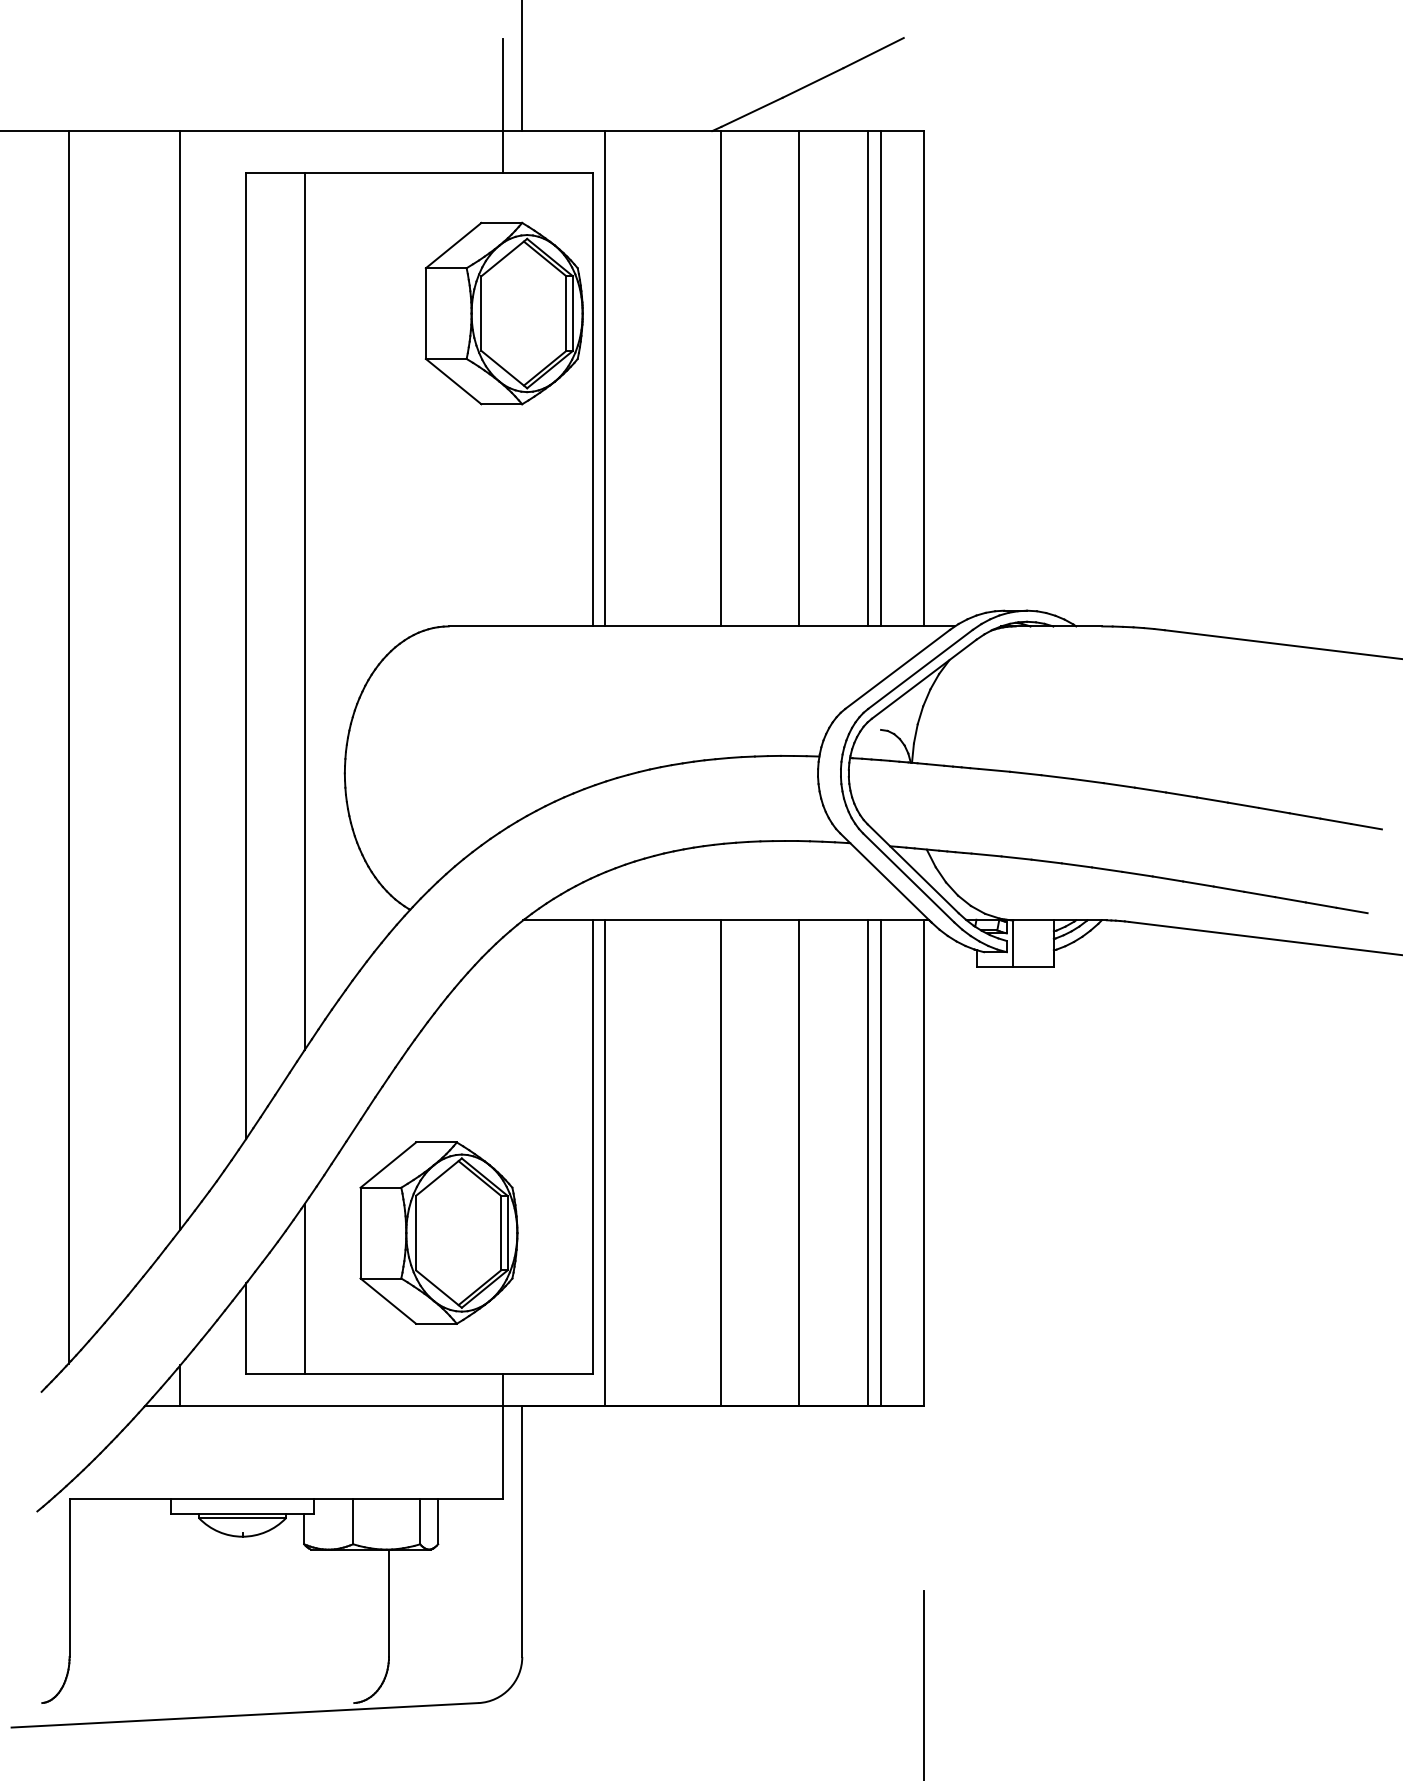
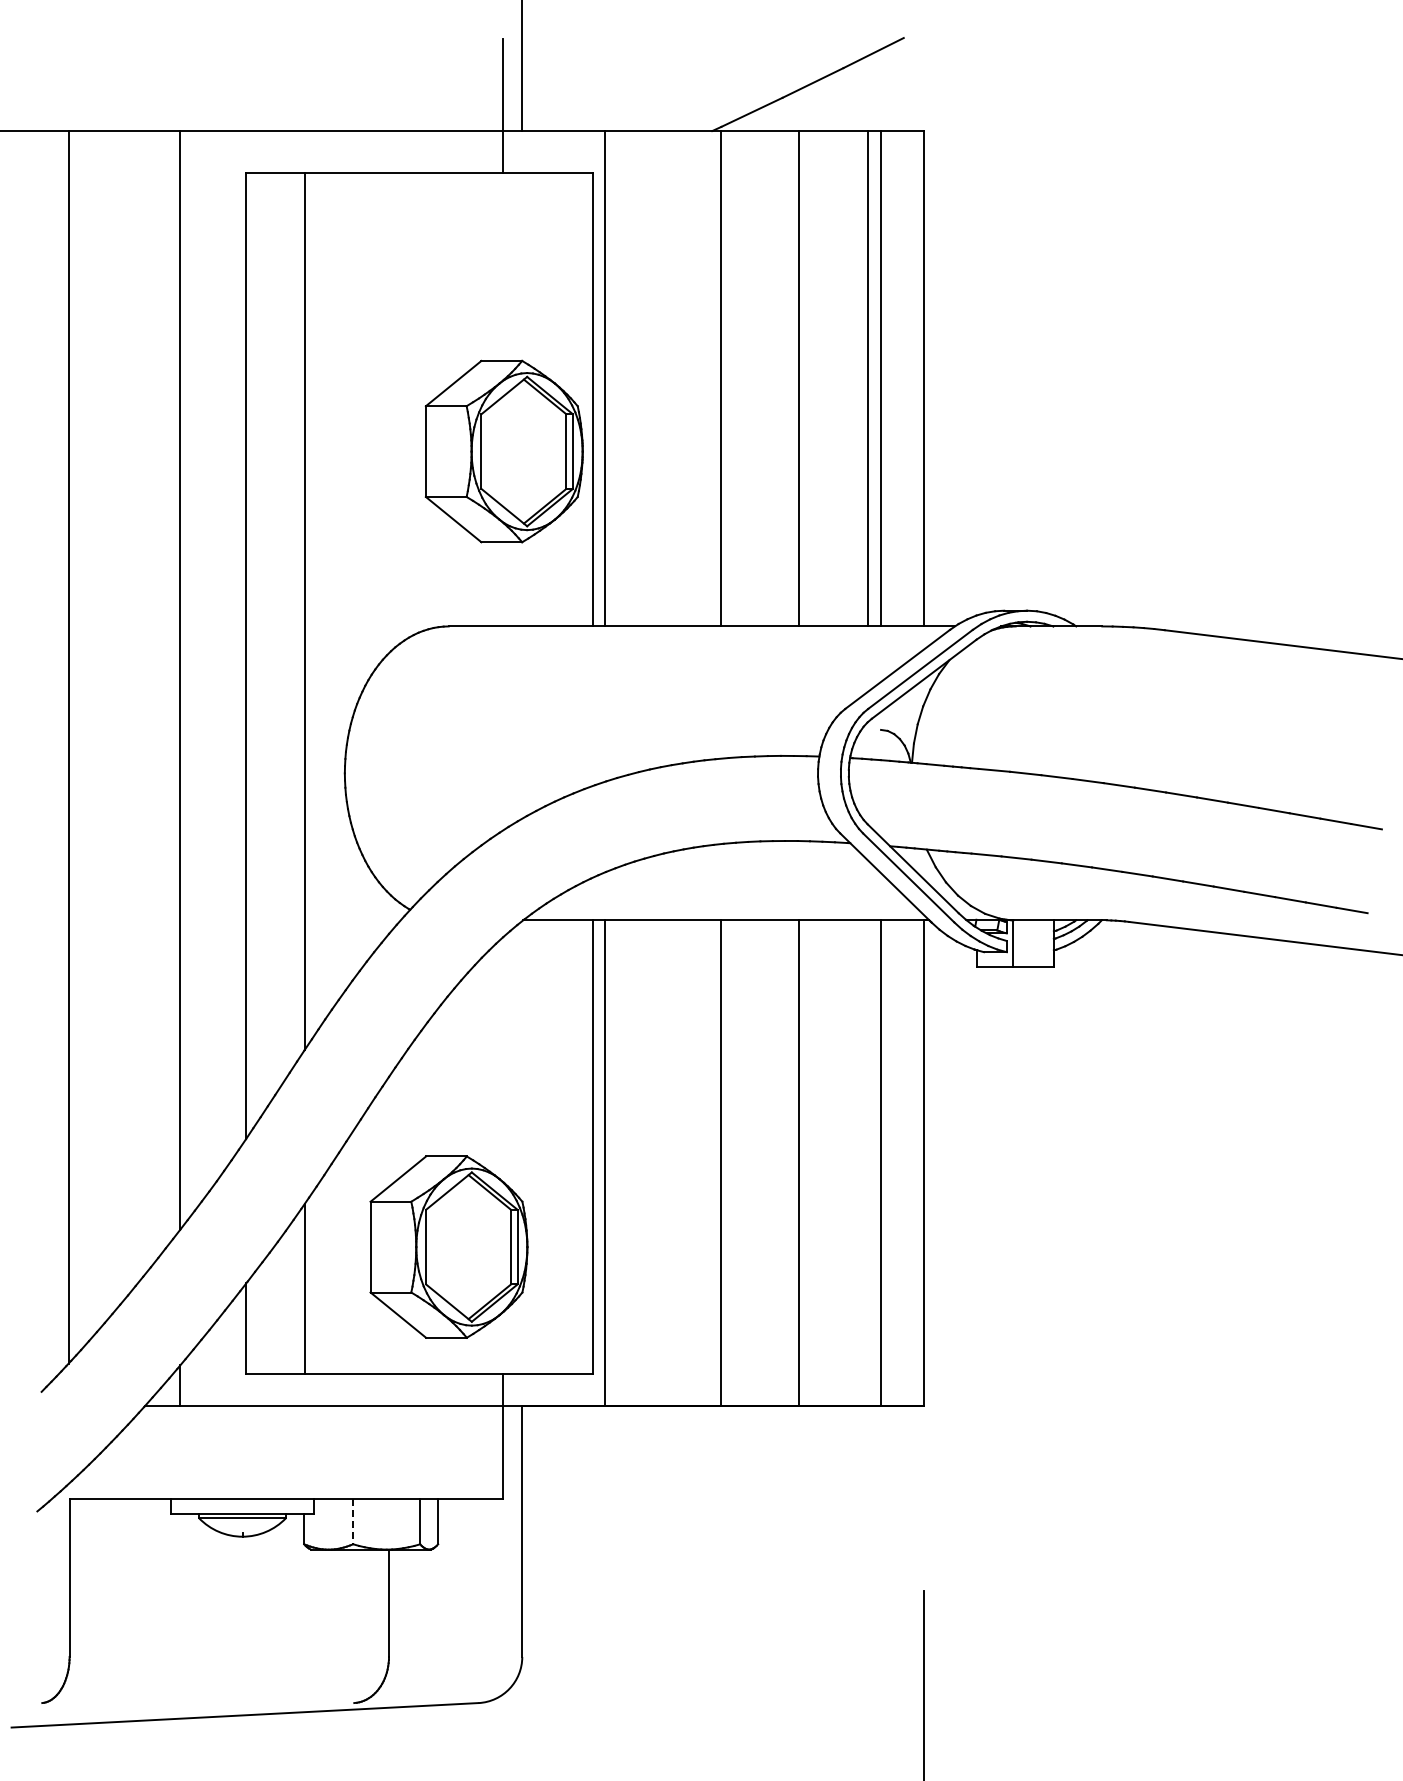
part at (503, 313) position: (503, 313) -> (503, 451)
line at (867, 1163): present -> none
part at (438, 1232) position: (438, 1232) -> (448, 1246)
line at (353, 1521): solid -> dashed
